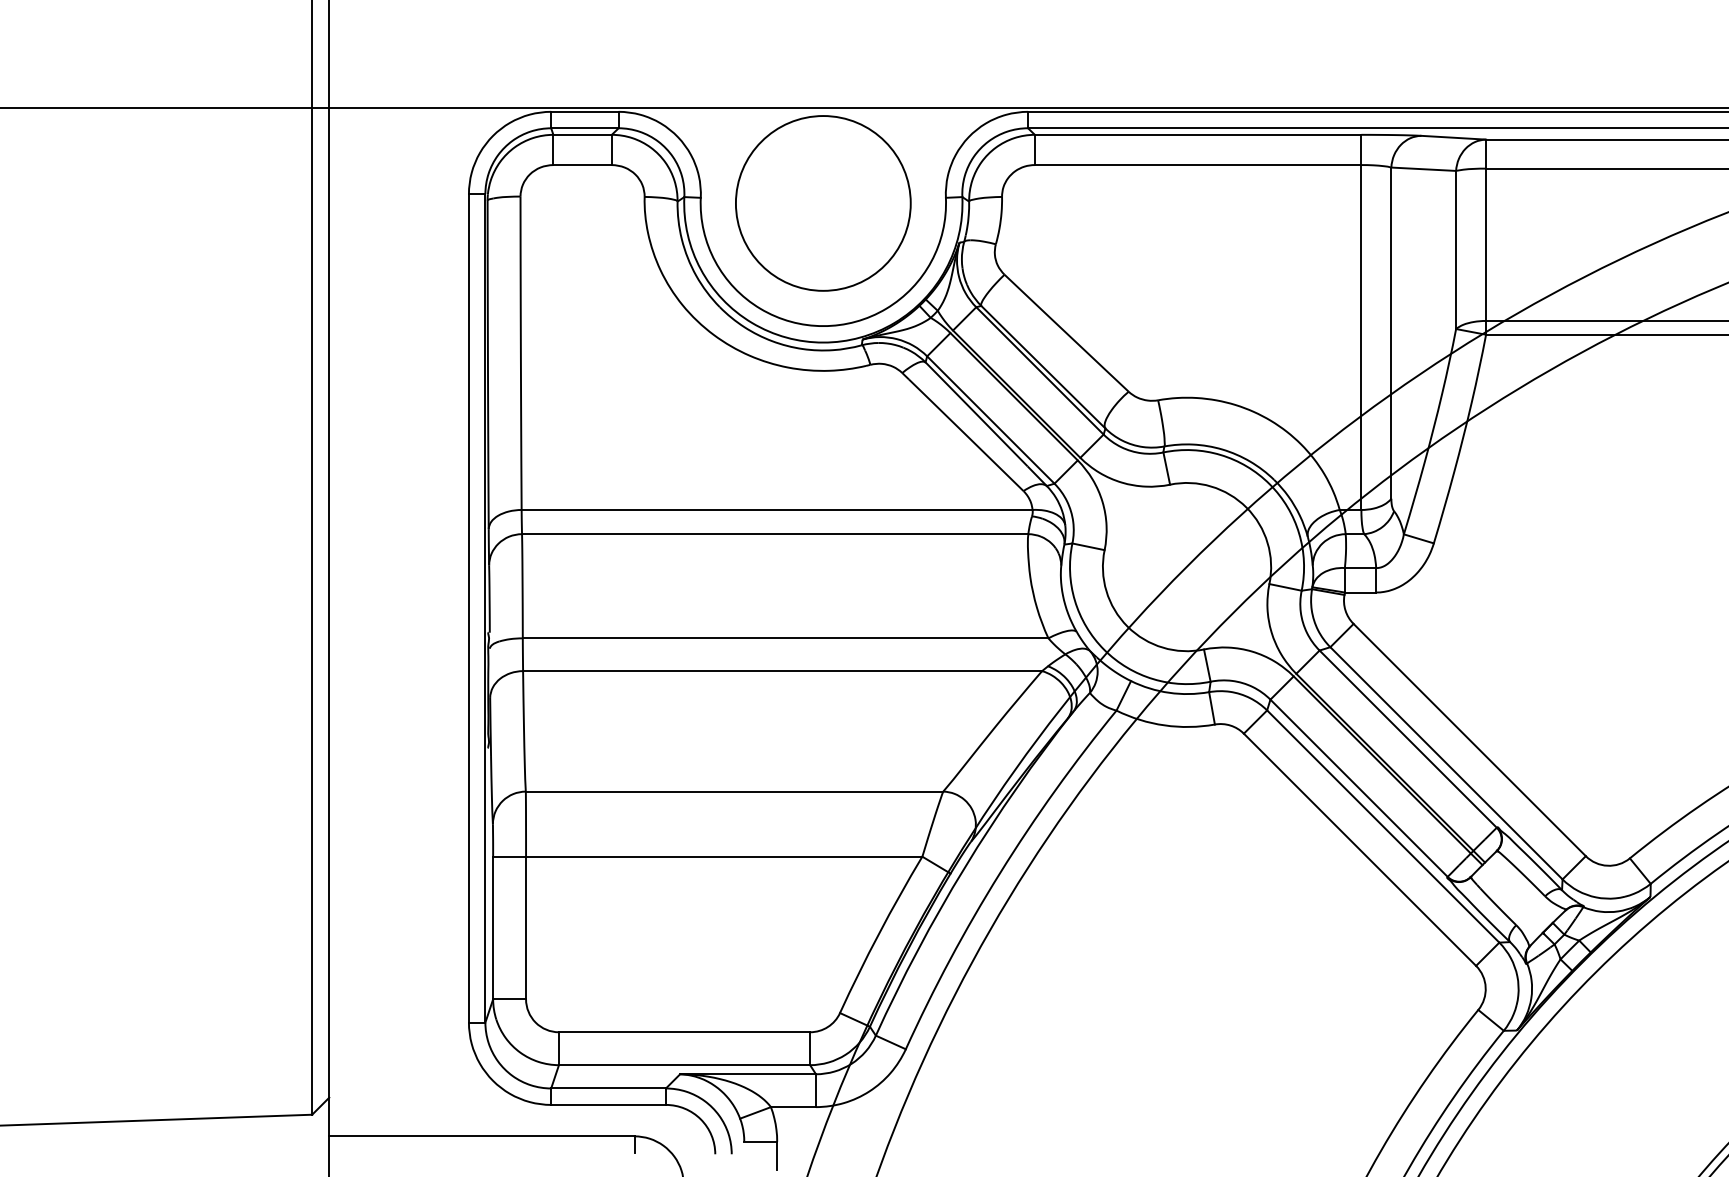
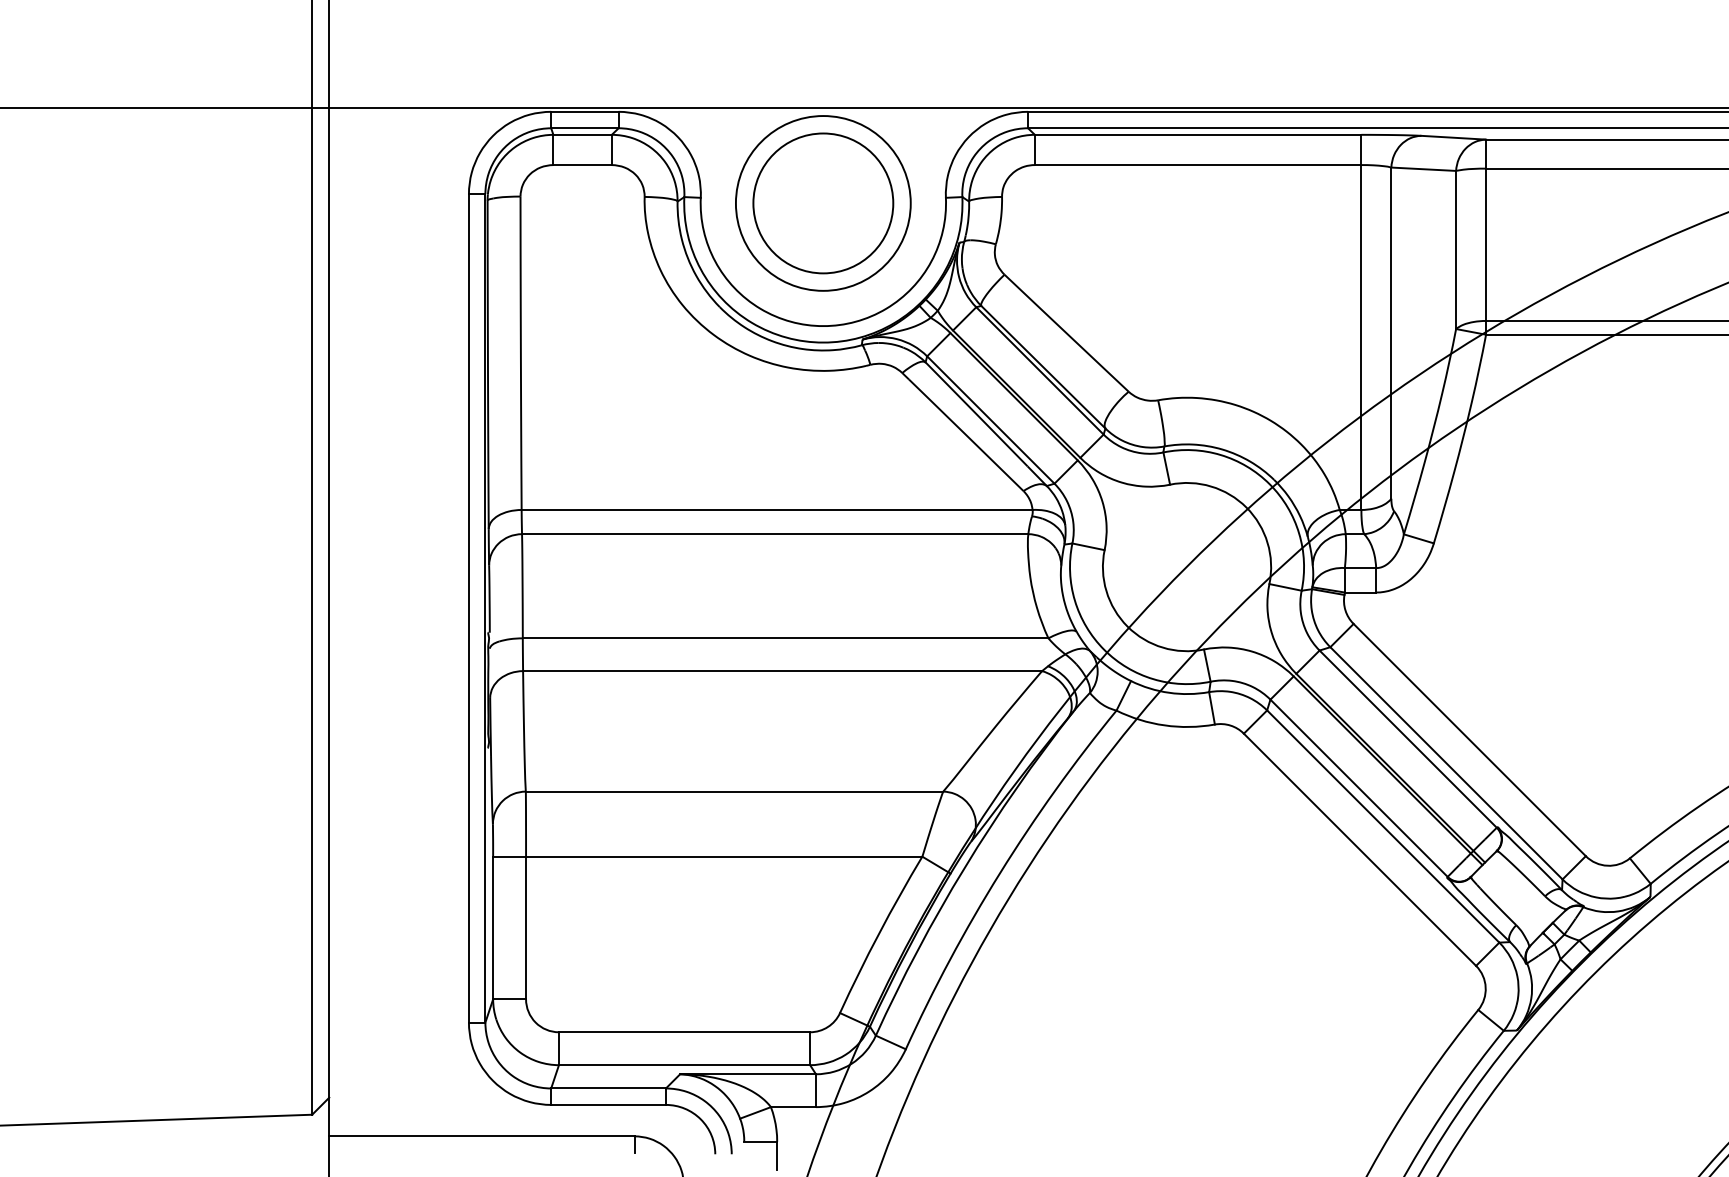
circle at (823, 203): none -> present
